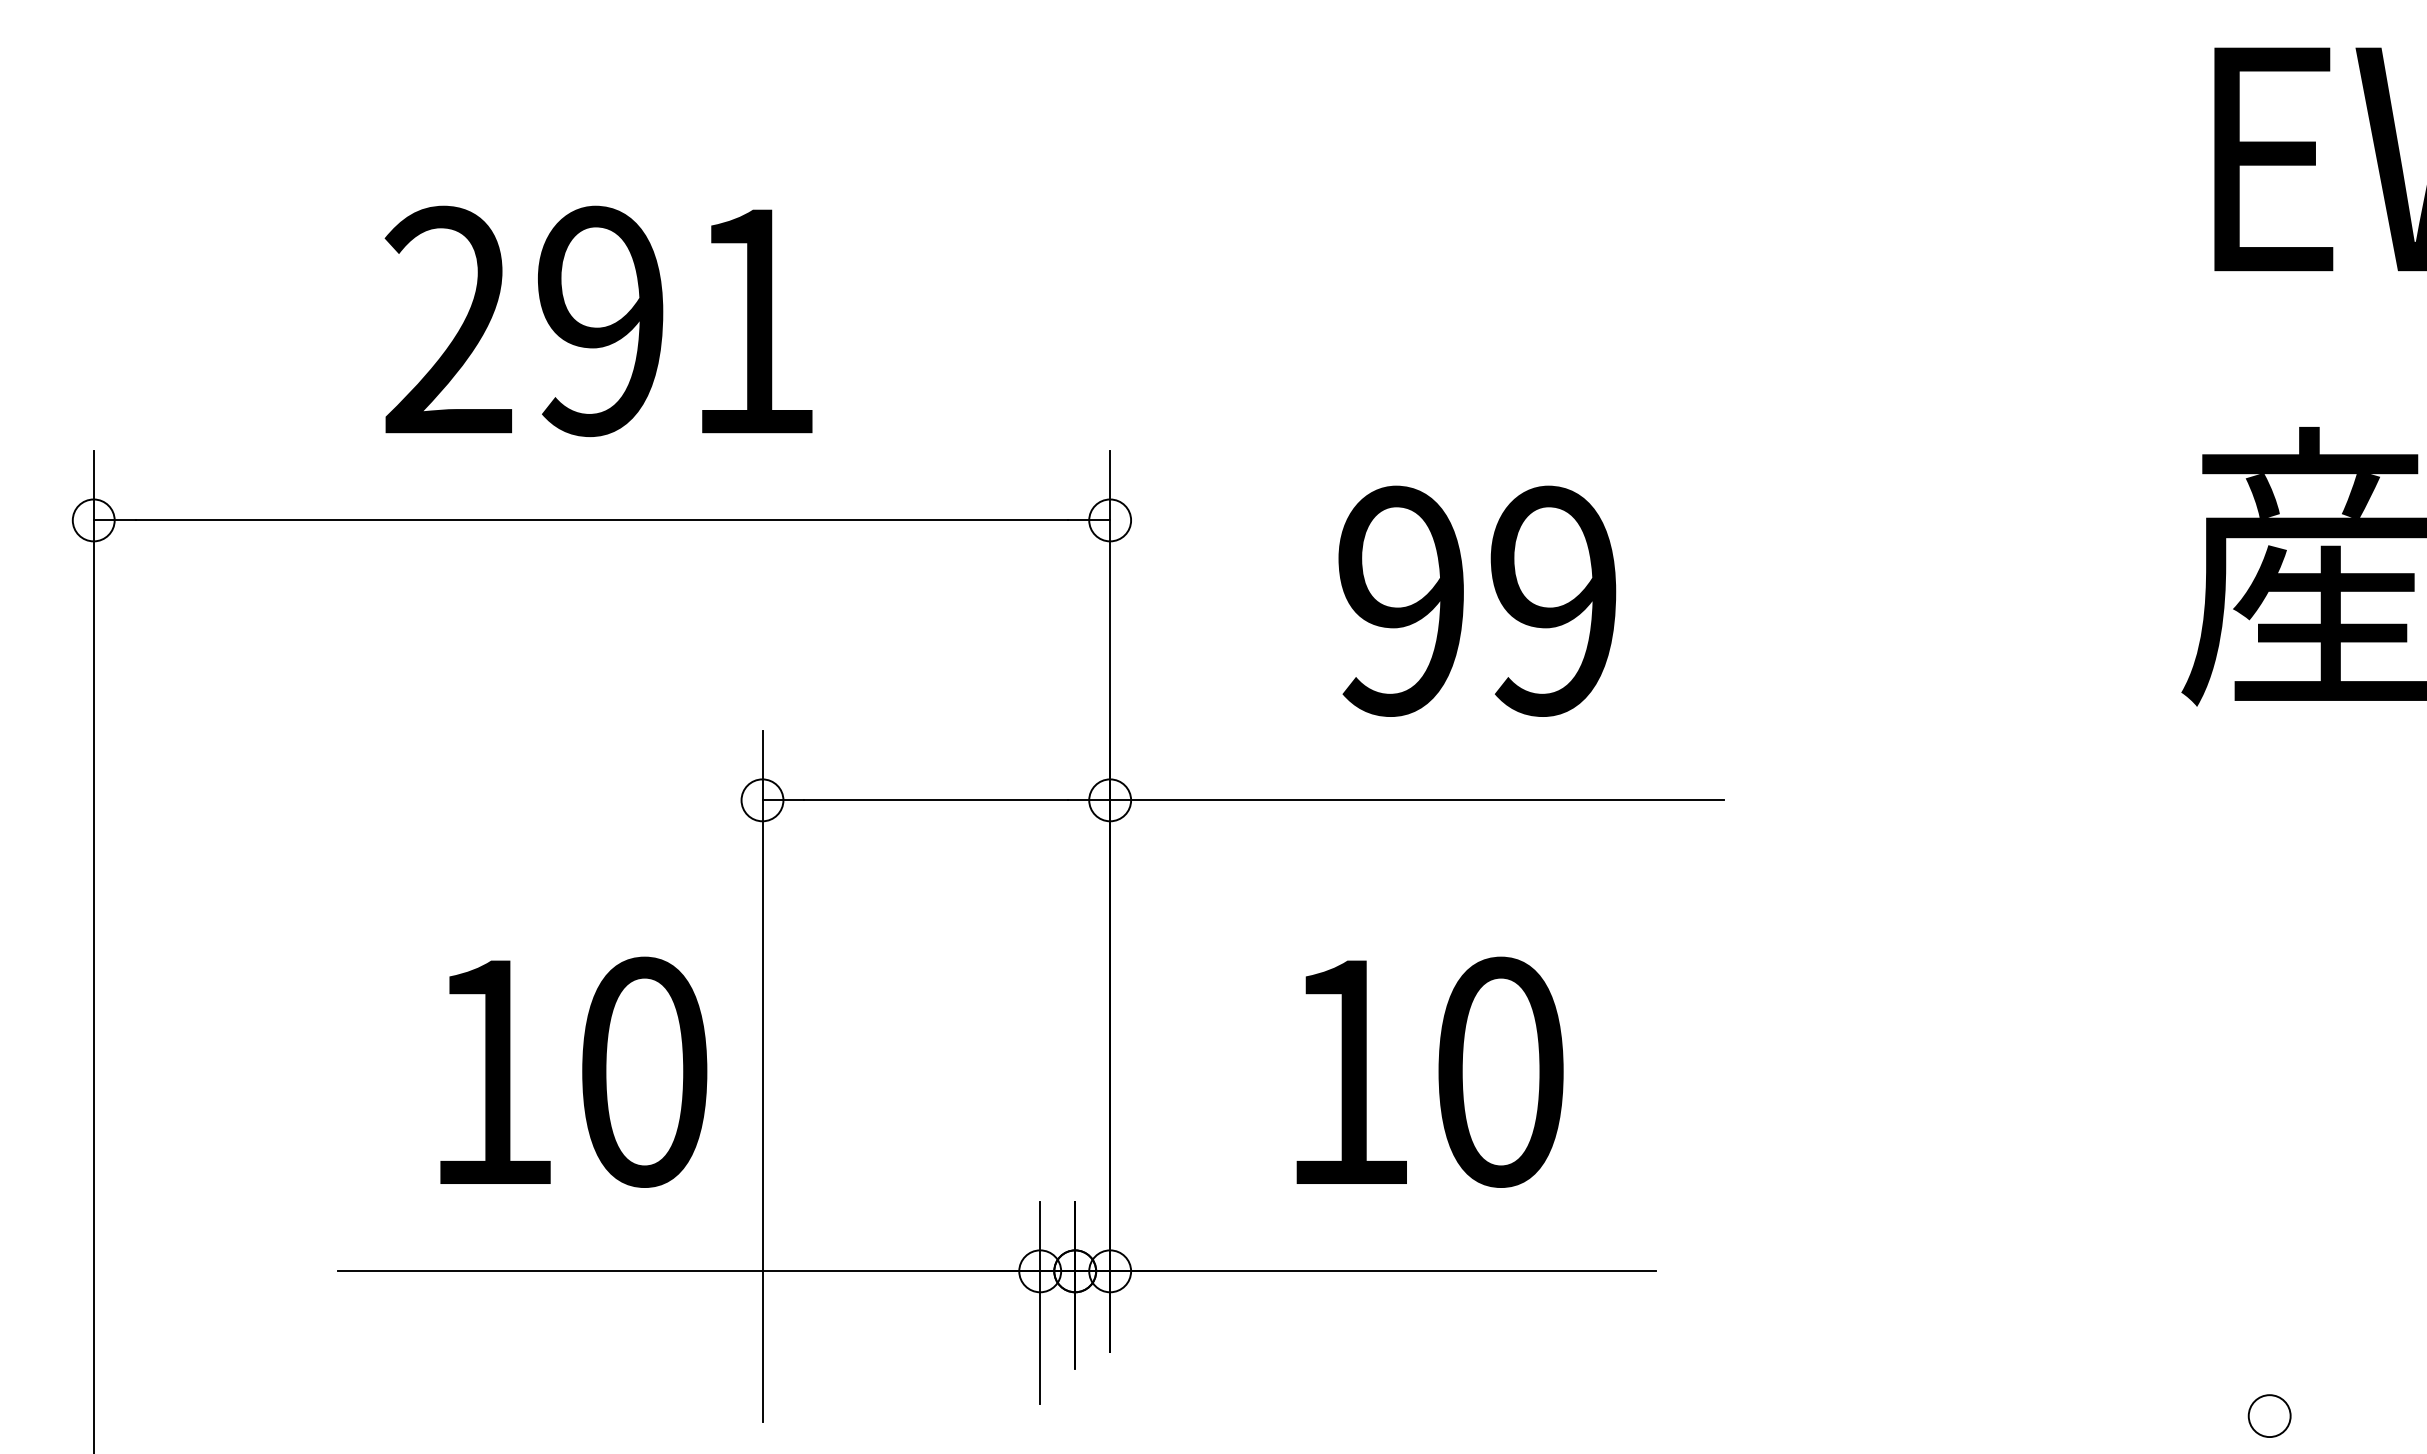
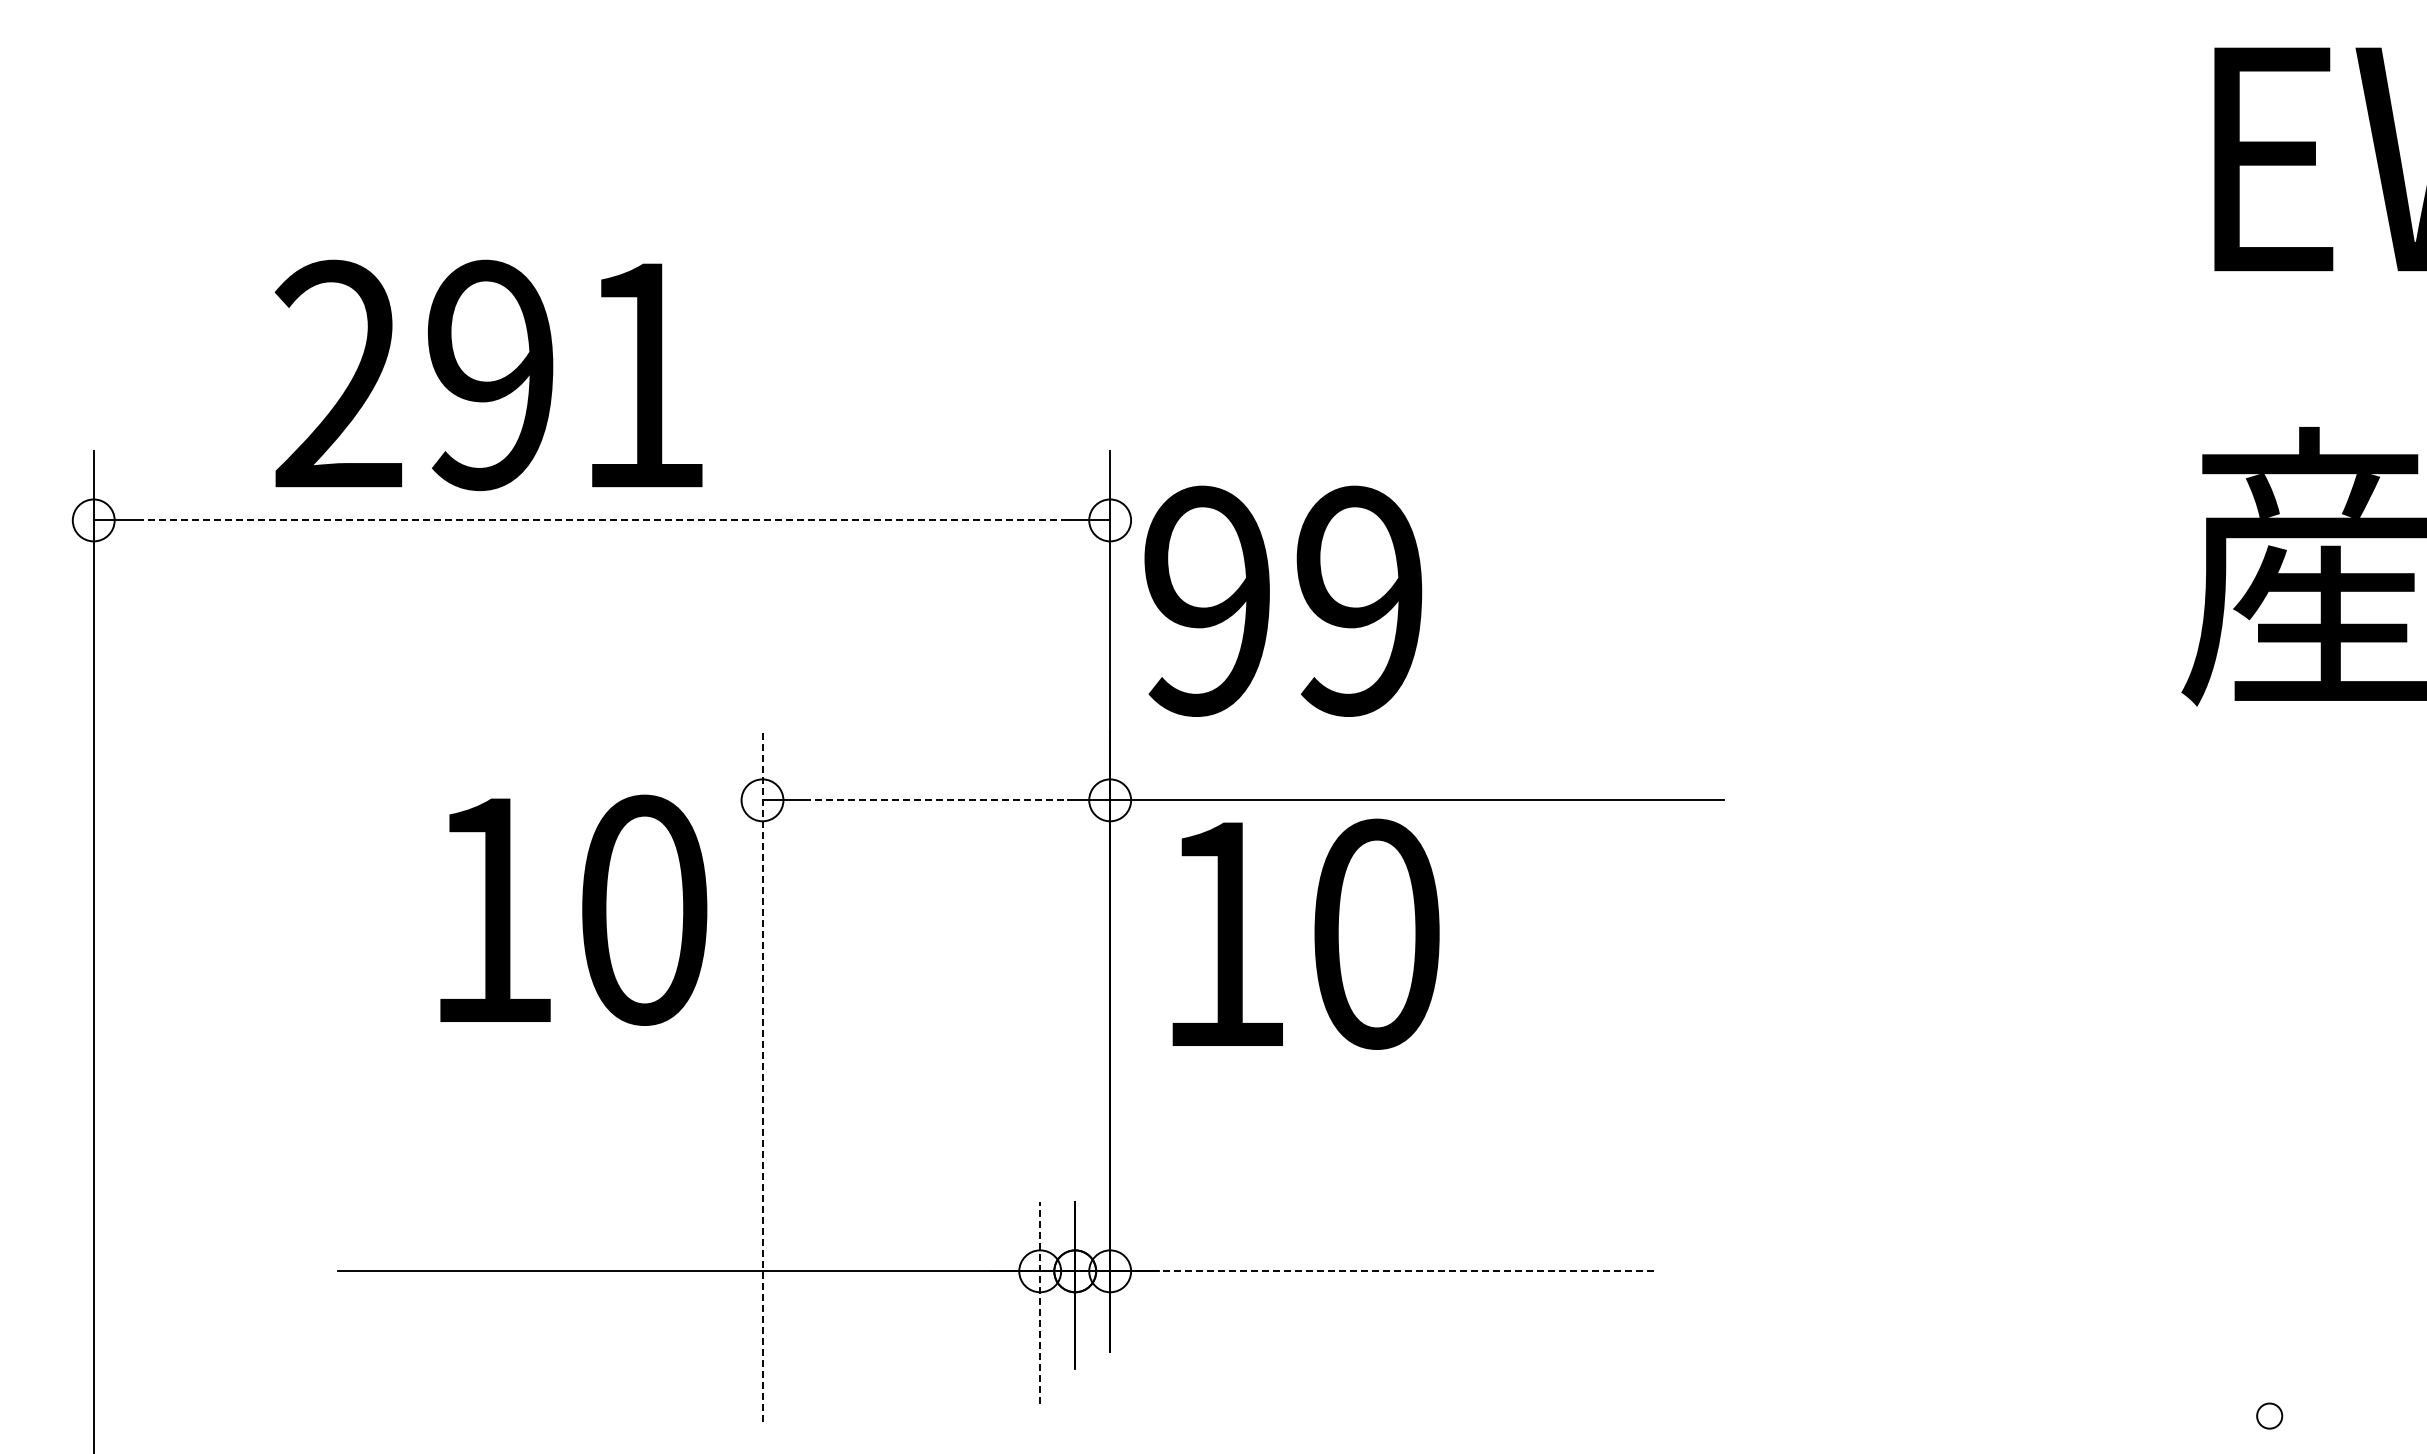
text at (598, 320) position: (598, 320) -> (488, 374)
line at (601, 520): solid -> dashed
text at (1477, 600) position: (1477, 600) -> (1283, 600)
line at (936, 800): solid -> dashed
text at (573, 1071) position: (573, 1071) -> (573, 909)
text at (1429, 1071) position: (1429, 1071) -> (1305, 933)
line at (762, 1076): solid -> dashed
line at (1403, 1271): solid -> dashed
line at (1040, 1302): solid -> dashed
circle at (2269, 1416) diameter: 42 px -> 25 px
